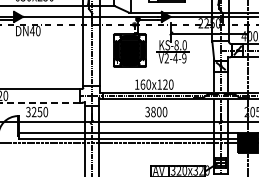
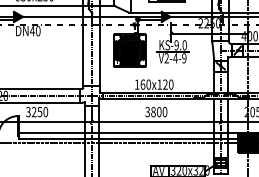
text at (176, 45): KS-8.0 -> KS-9.0
line at (41, 95): none -> present
line at (40, 102): dashed -> solid
